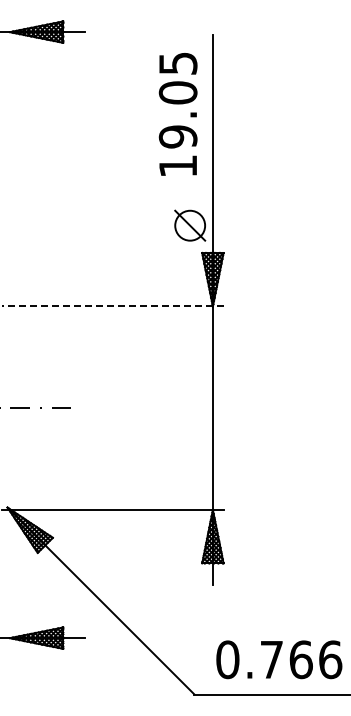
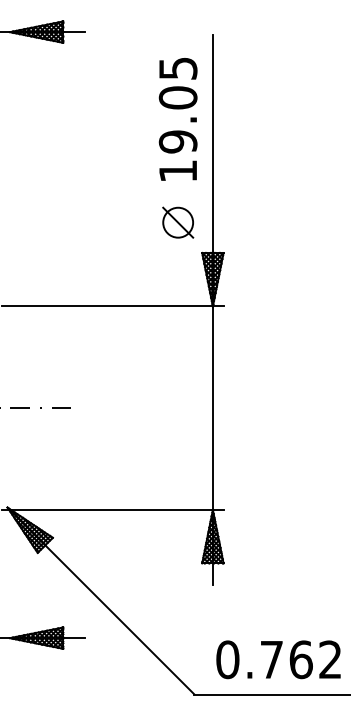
text at (177, 114) position: (177, 114) -> (177, 119)
part at (190, 225) position: (190, 225) -> (178, 222)
line at (112, 306): dashed -> solid
text at (330, 659): 0.766 -> 0.762
